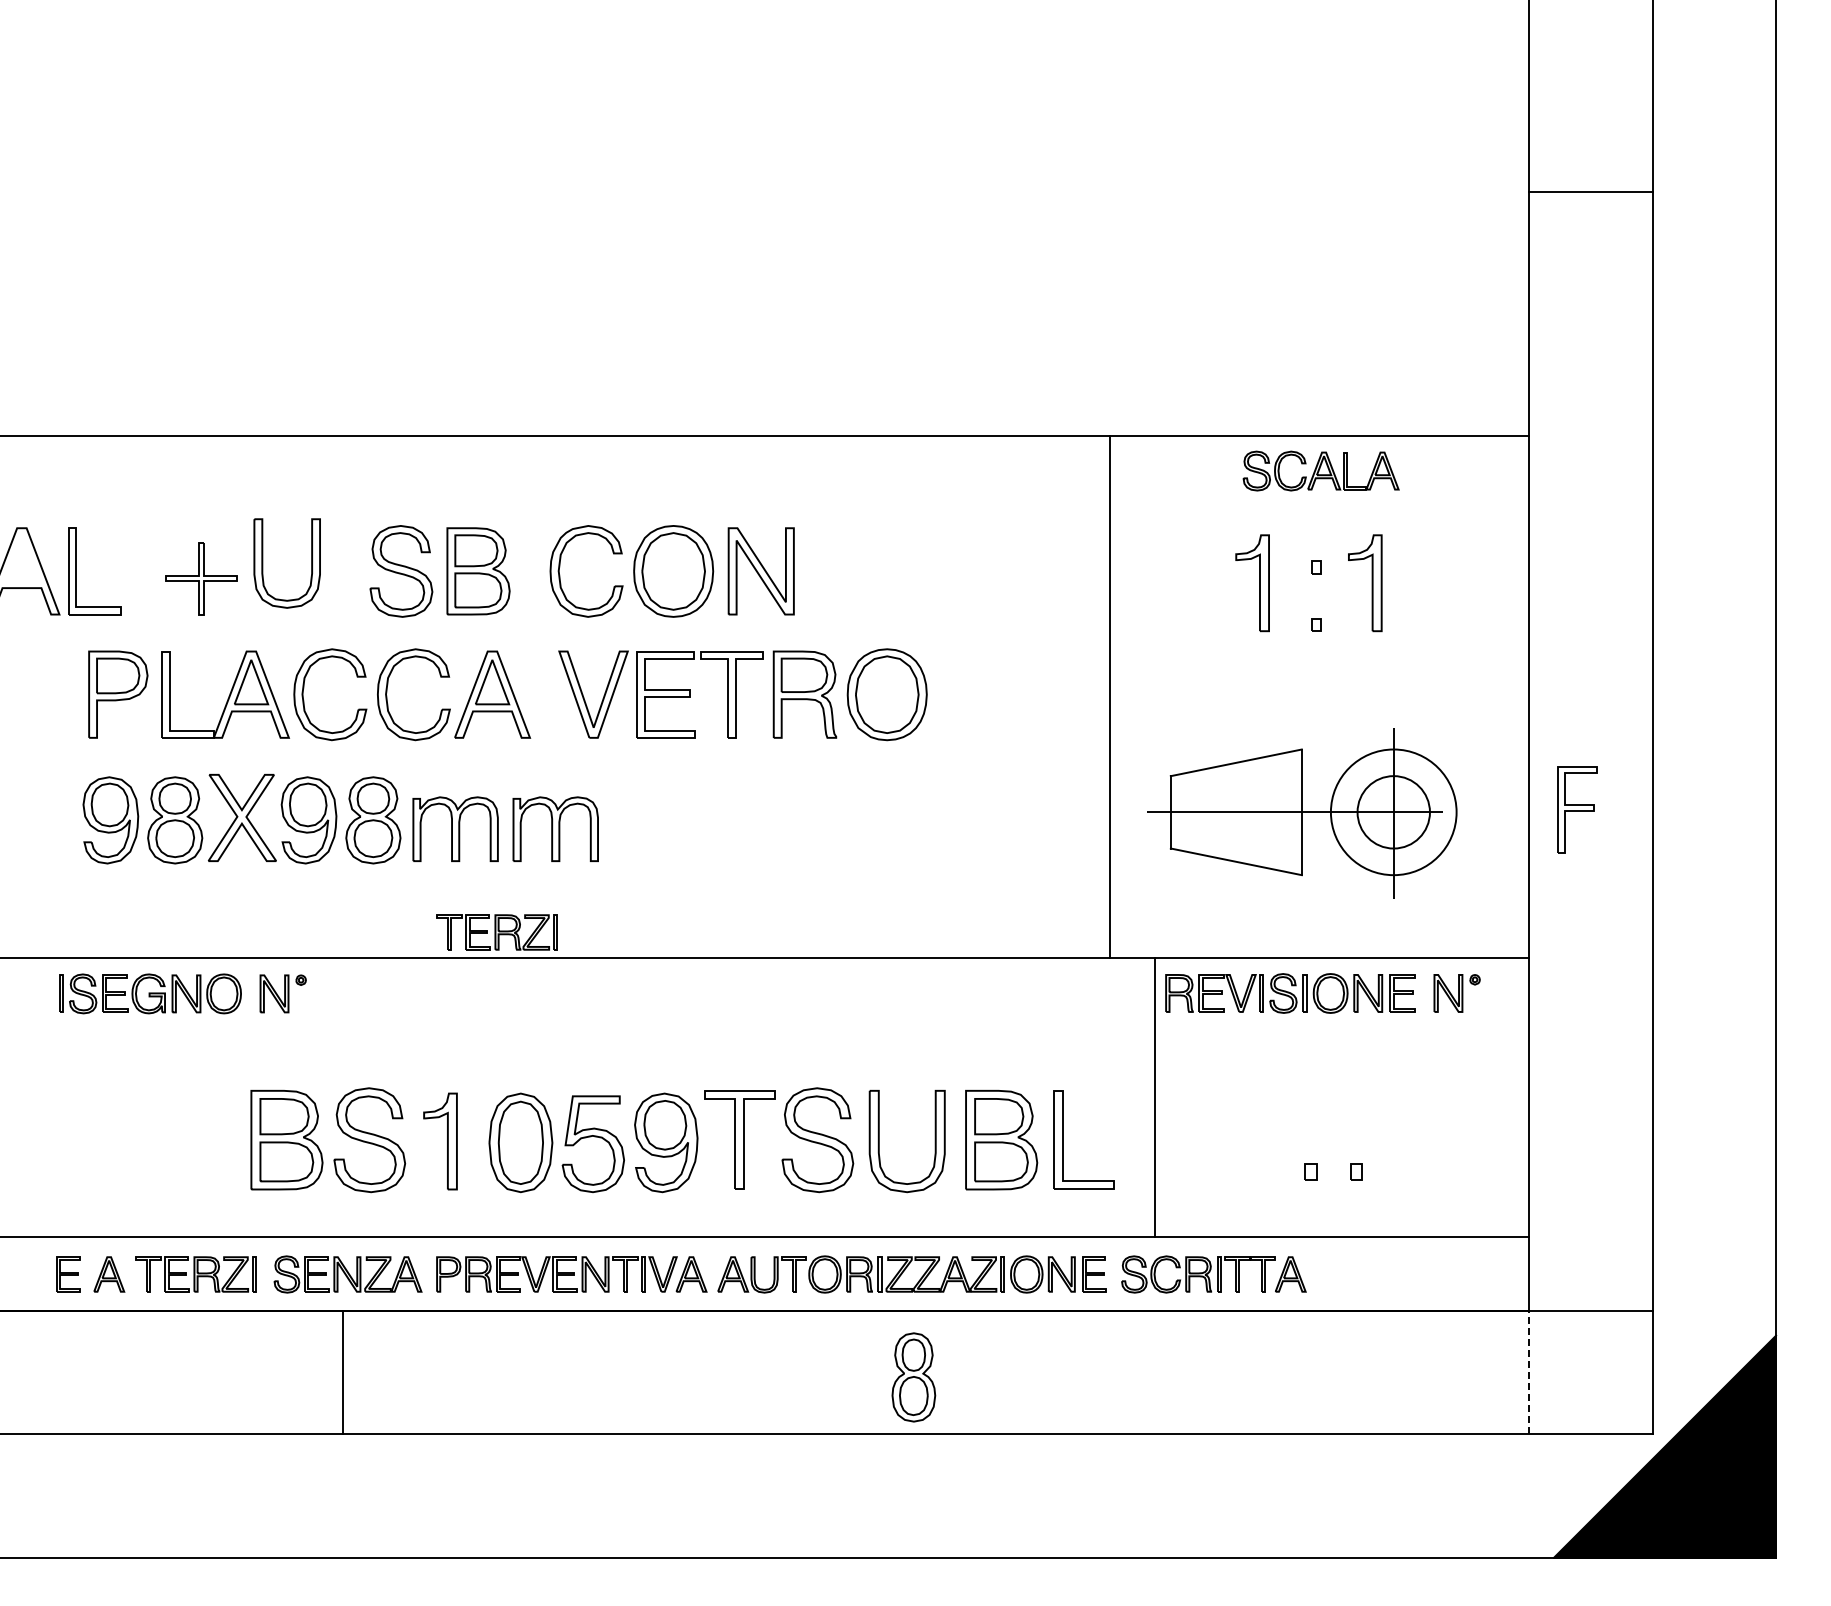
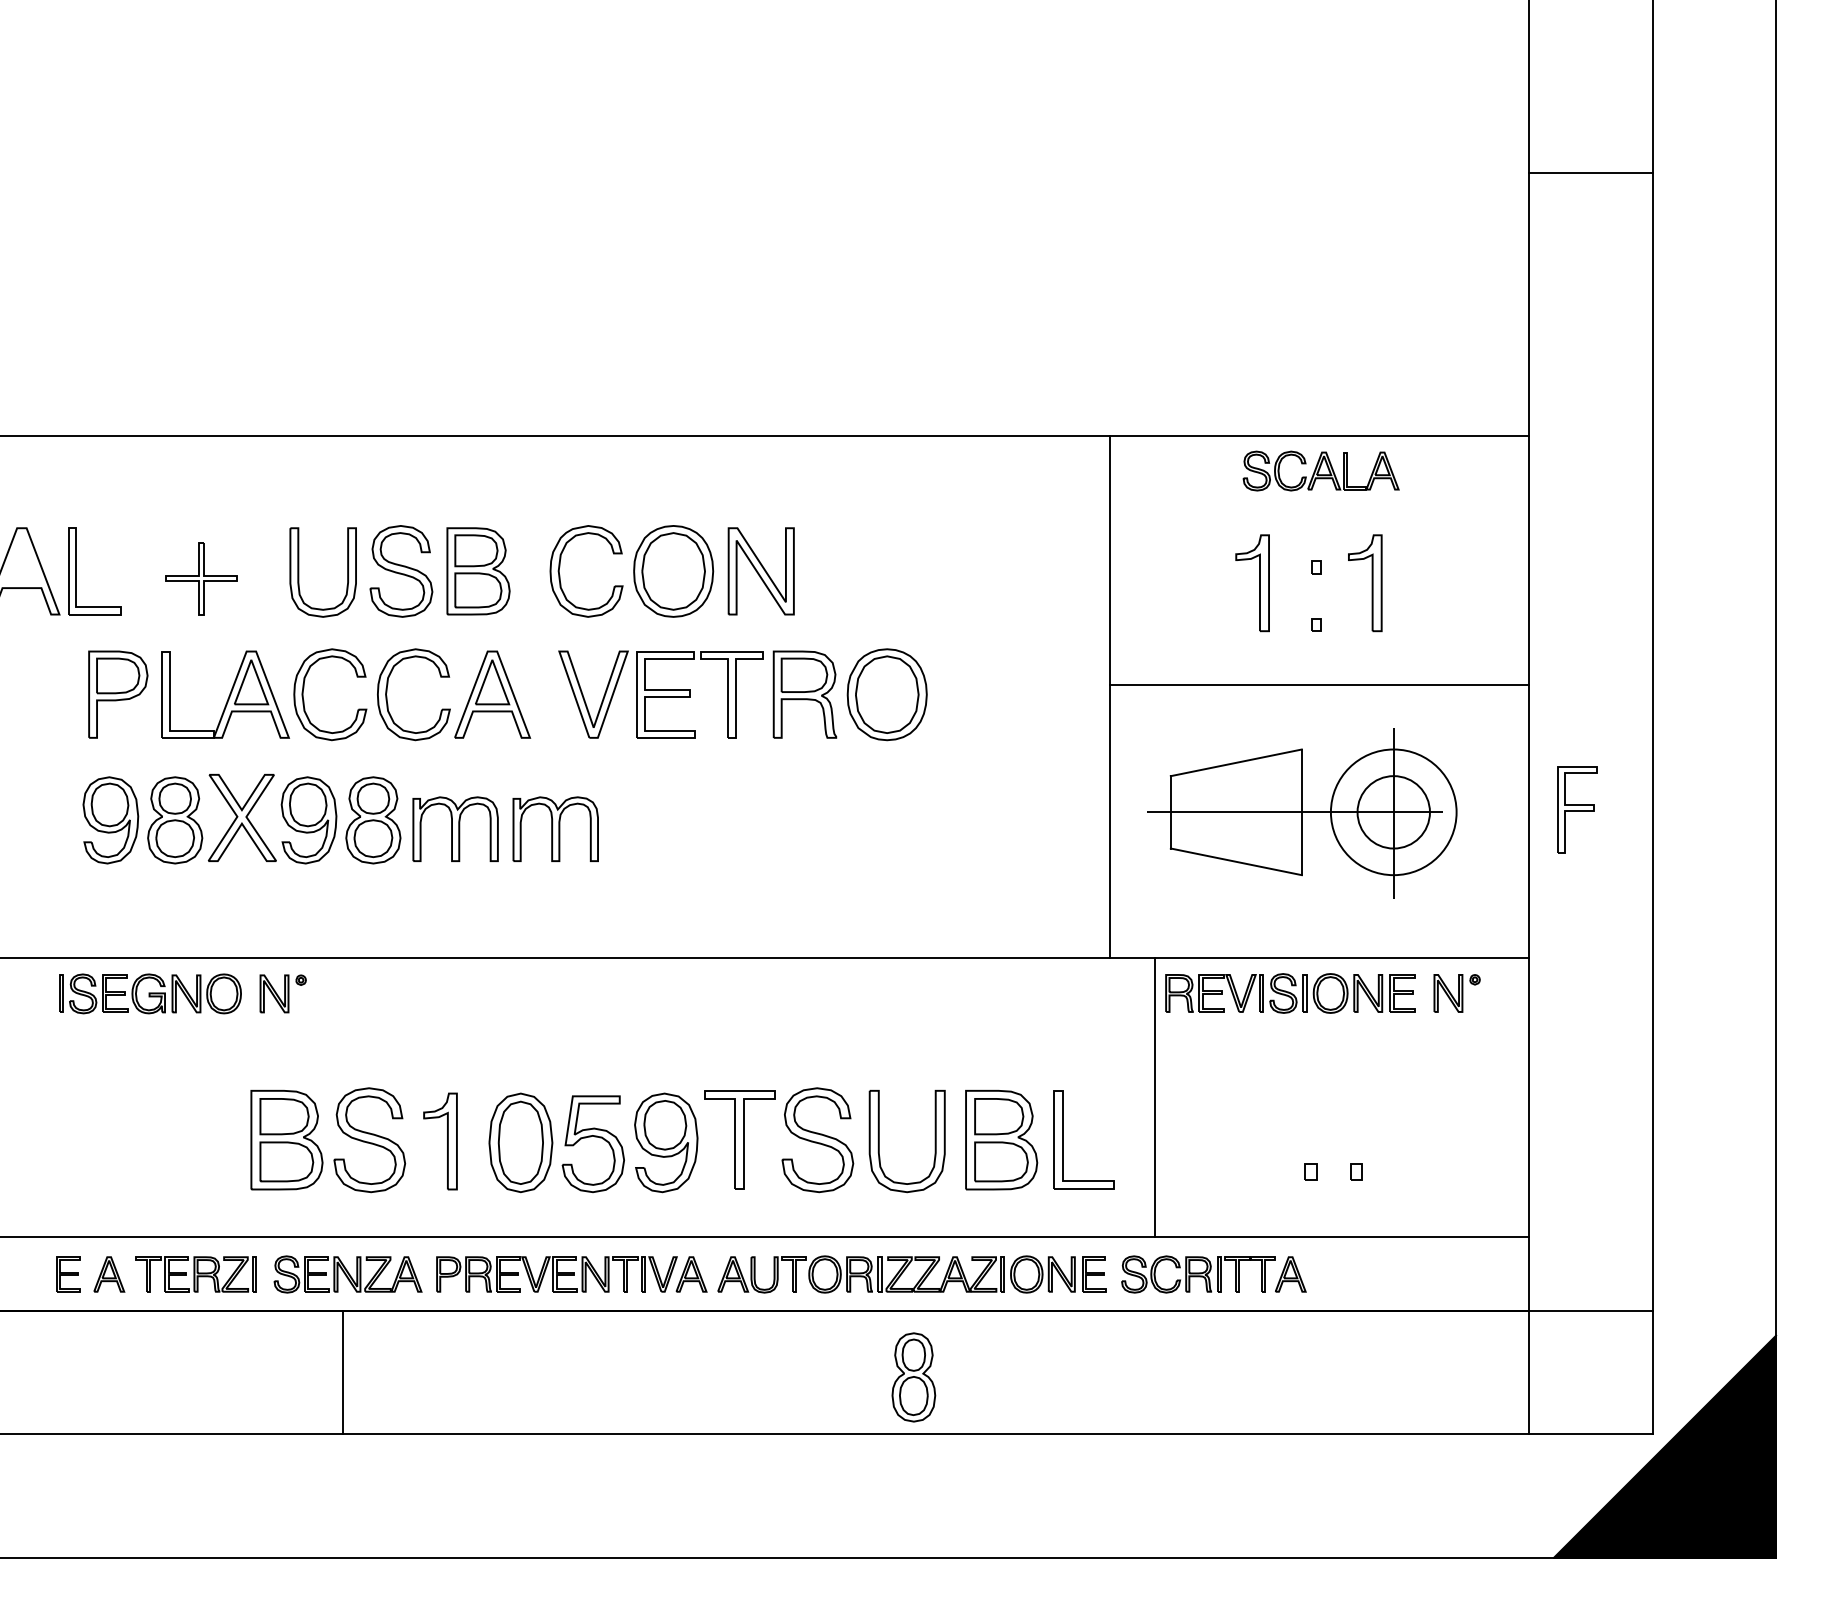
line at (1590, 191) position: (1590, 191) -> (1590, 172)
part at (263, 563) position: (263, 563) -> (299, 572)
line at (1319, 685): none -> present
part at (496, 932): present -> none
line at (1529, 1372): dashed -> solid
